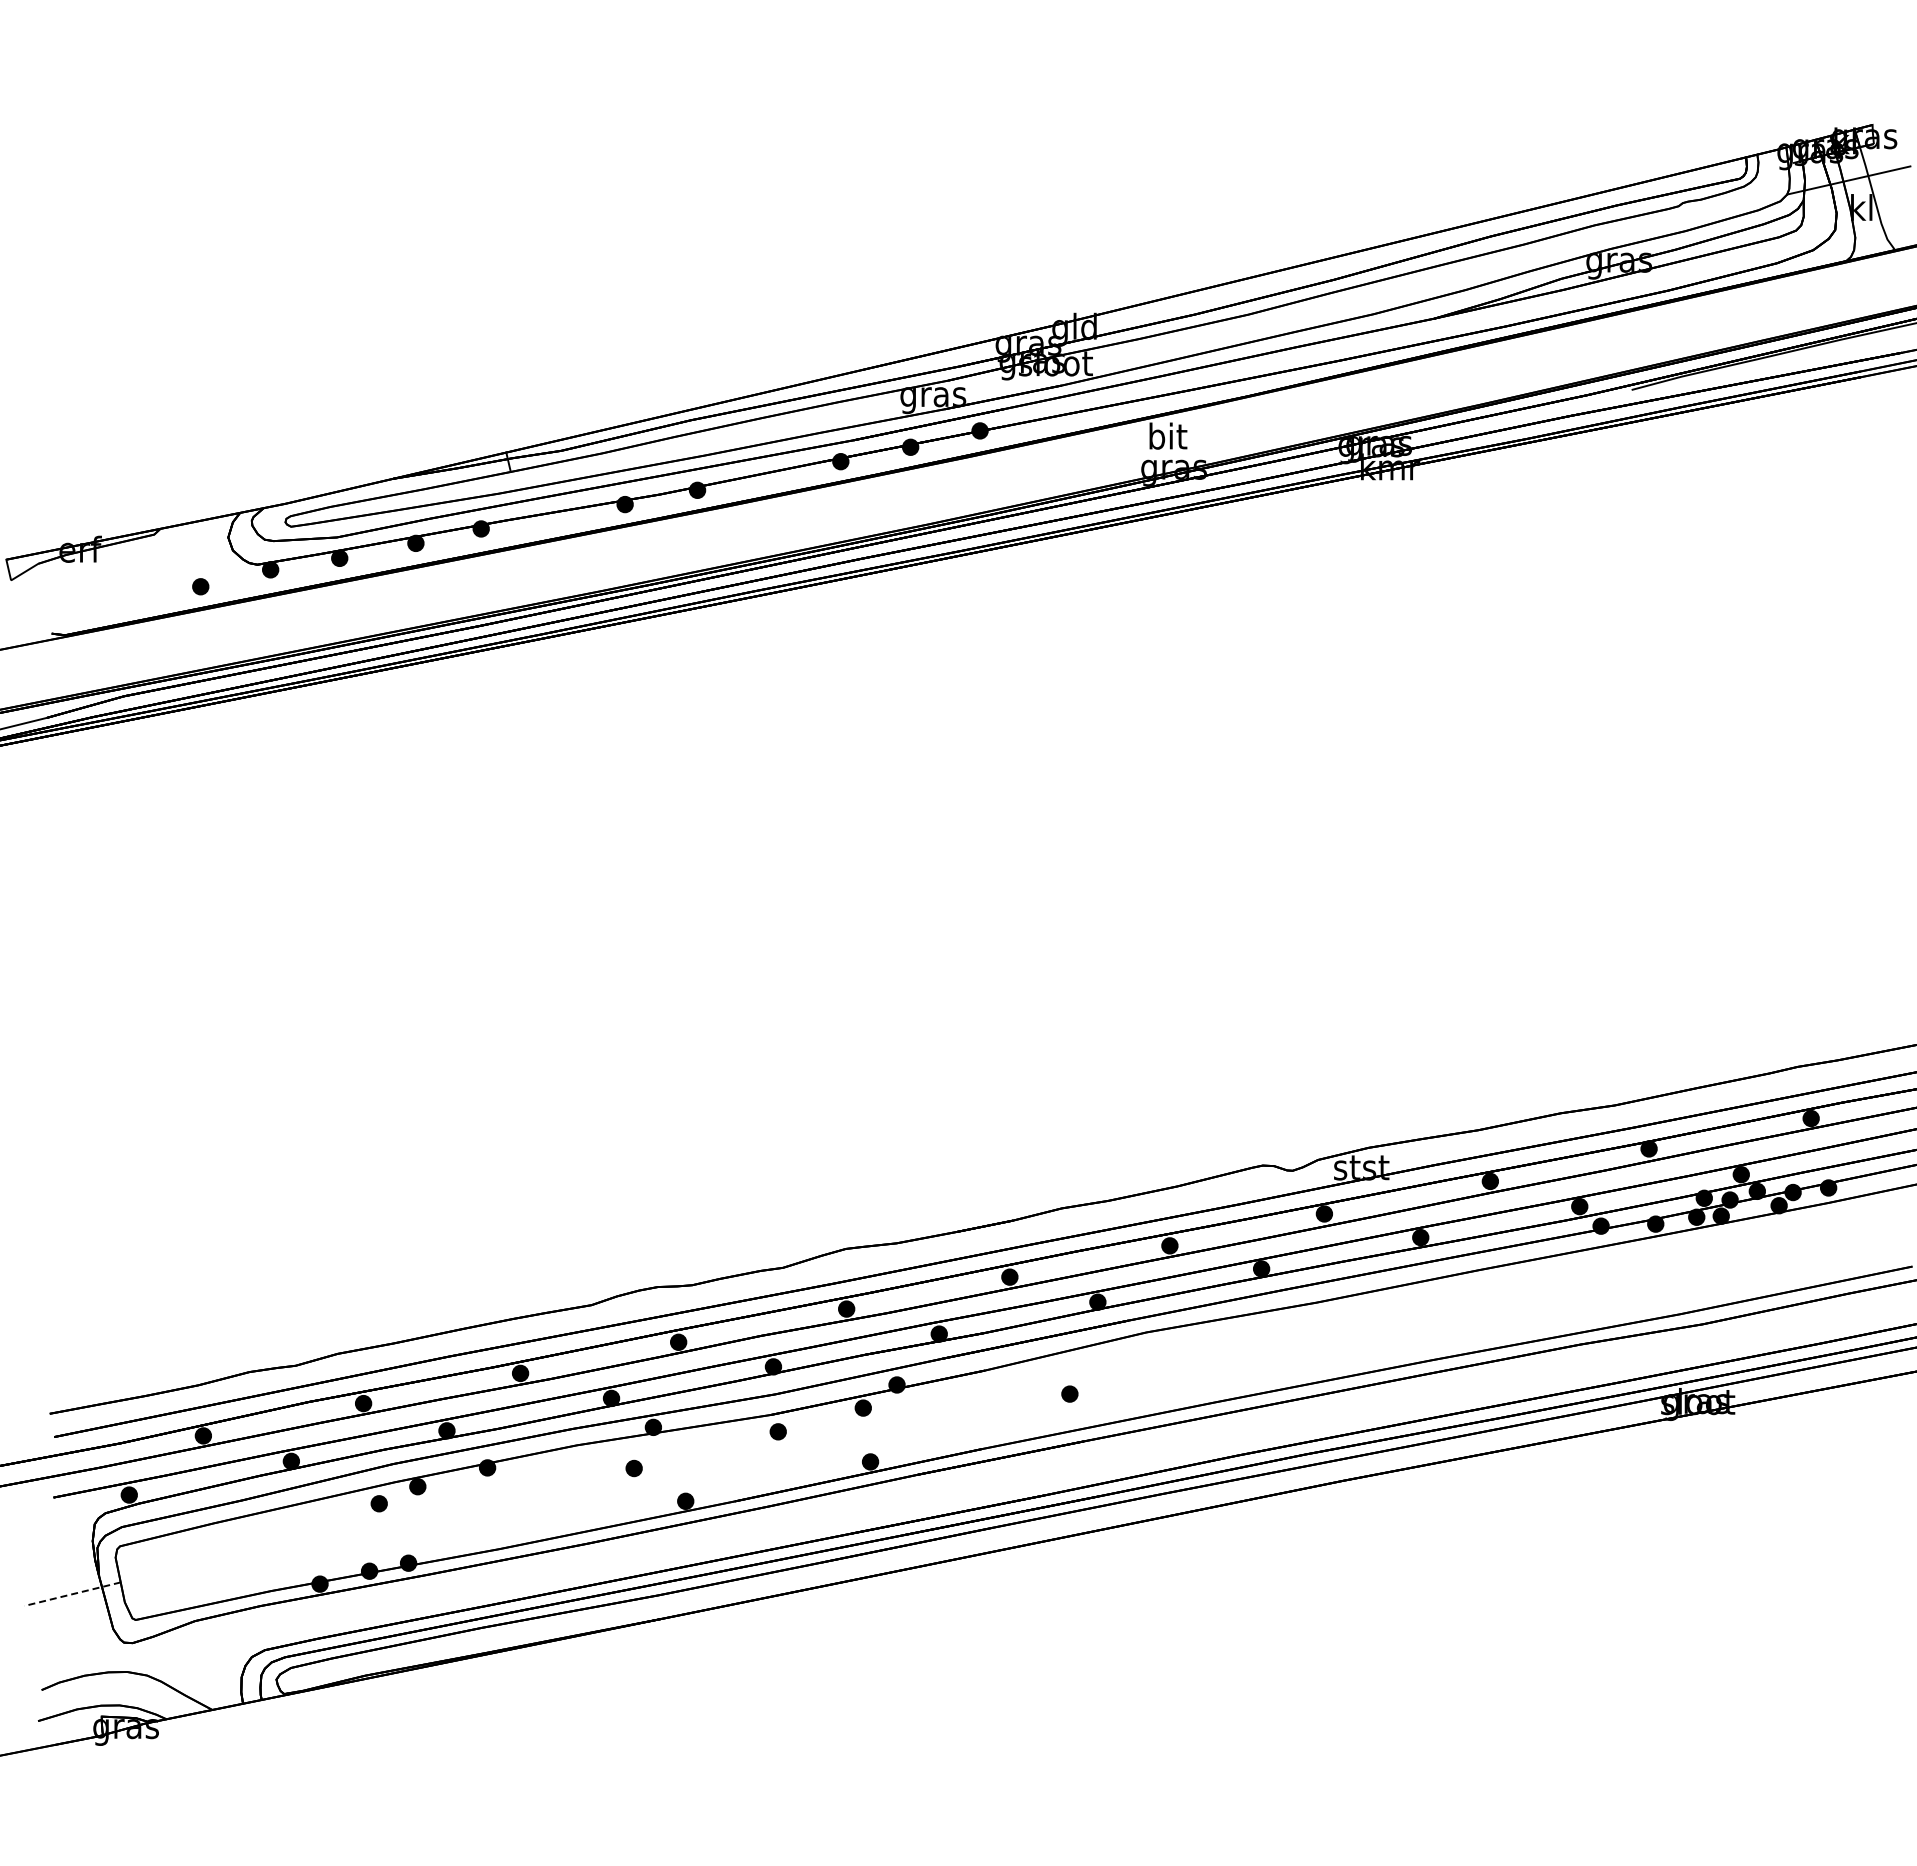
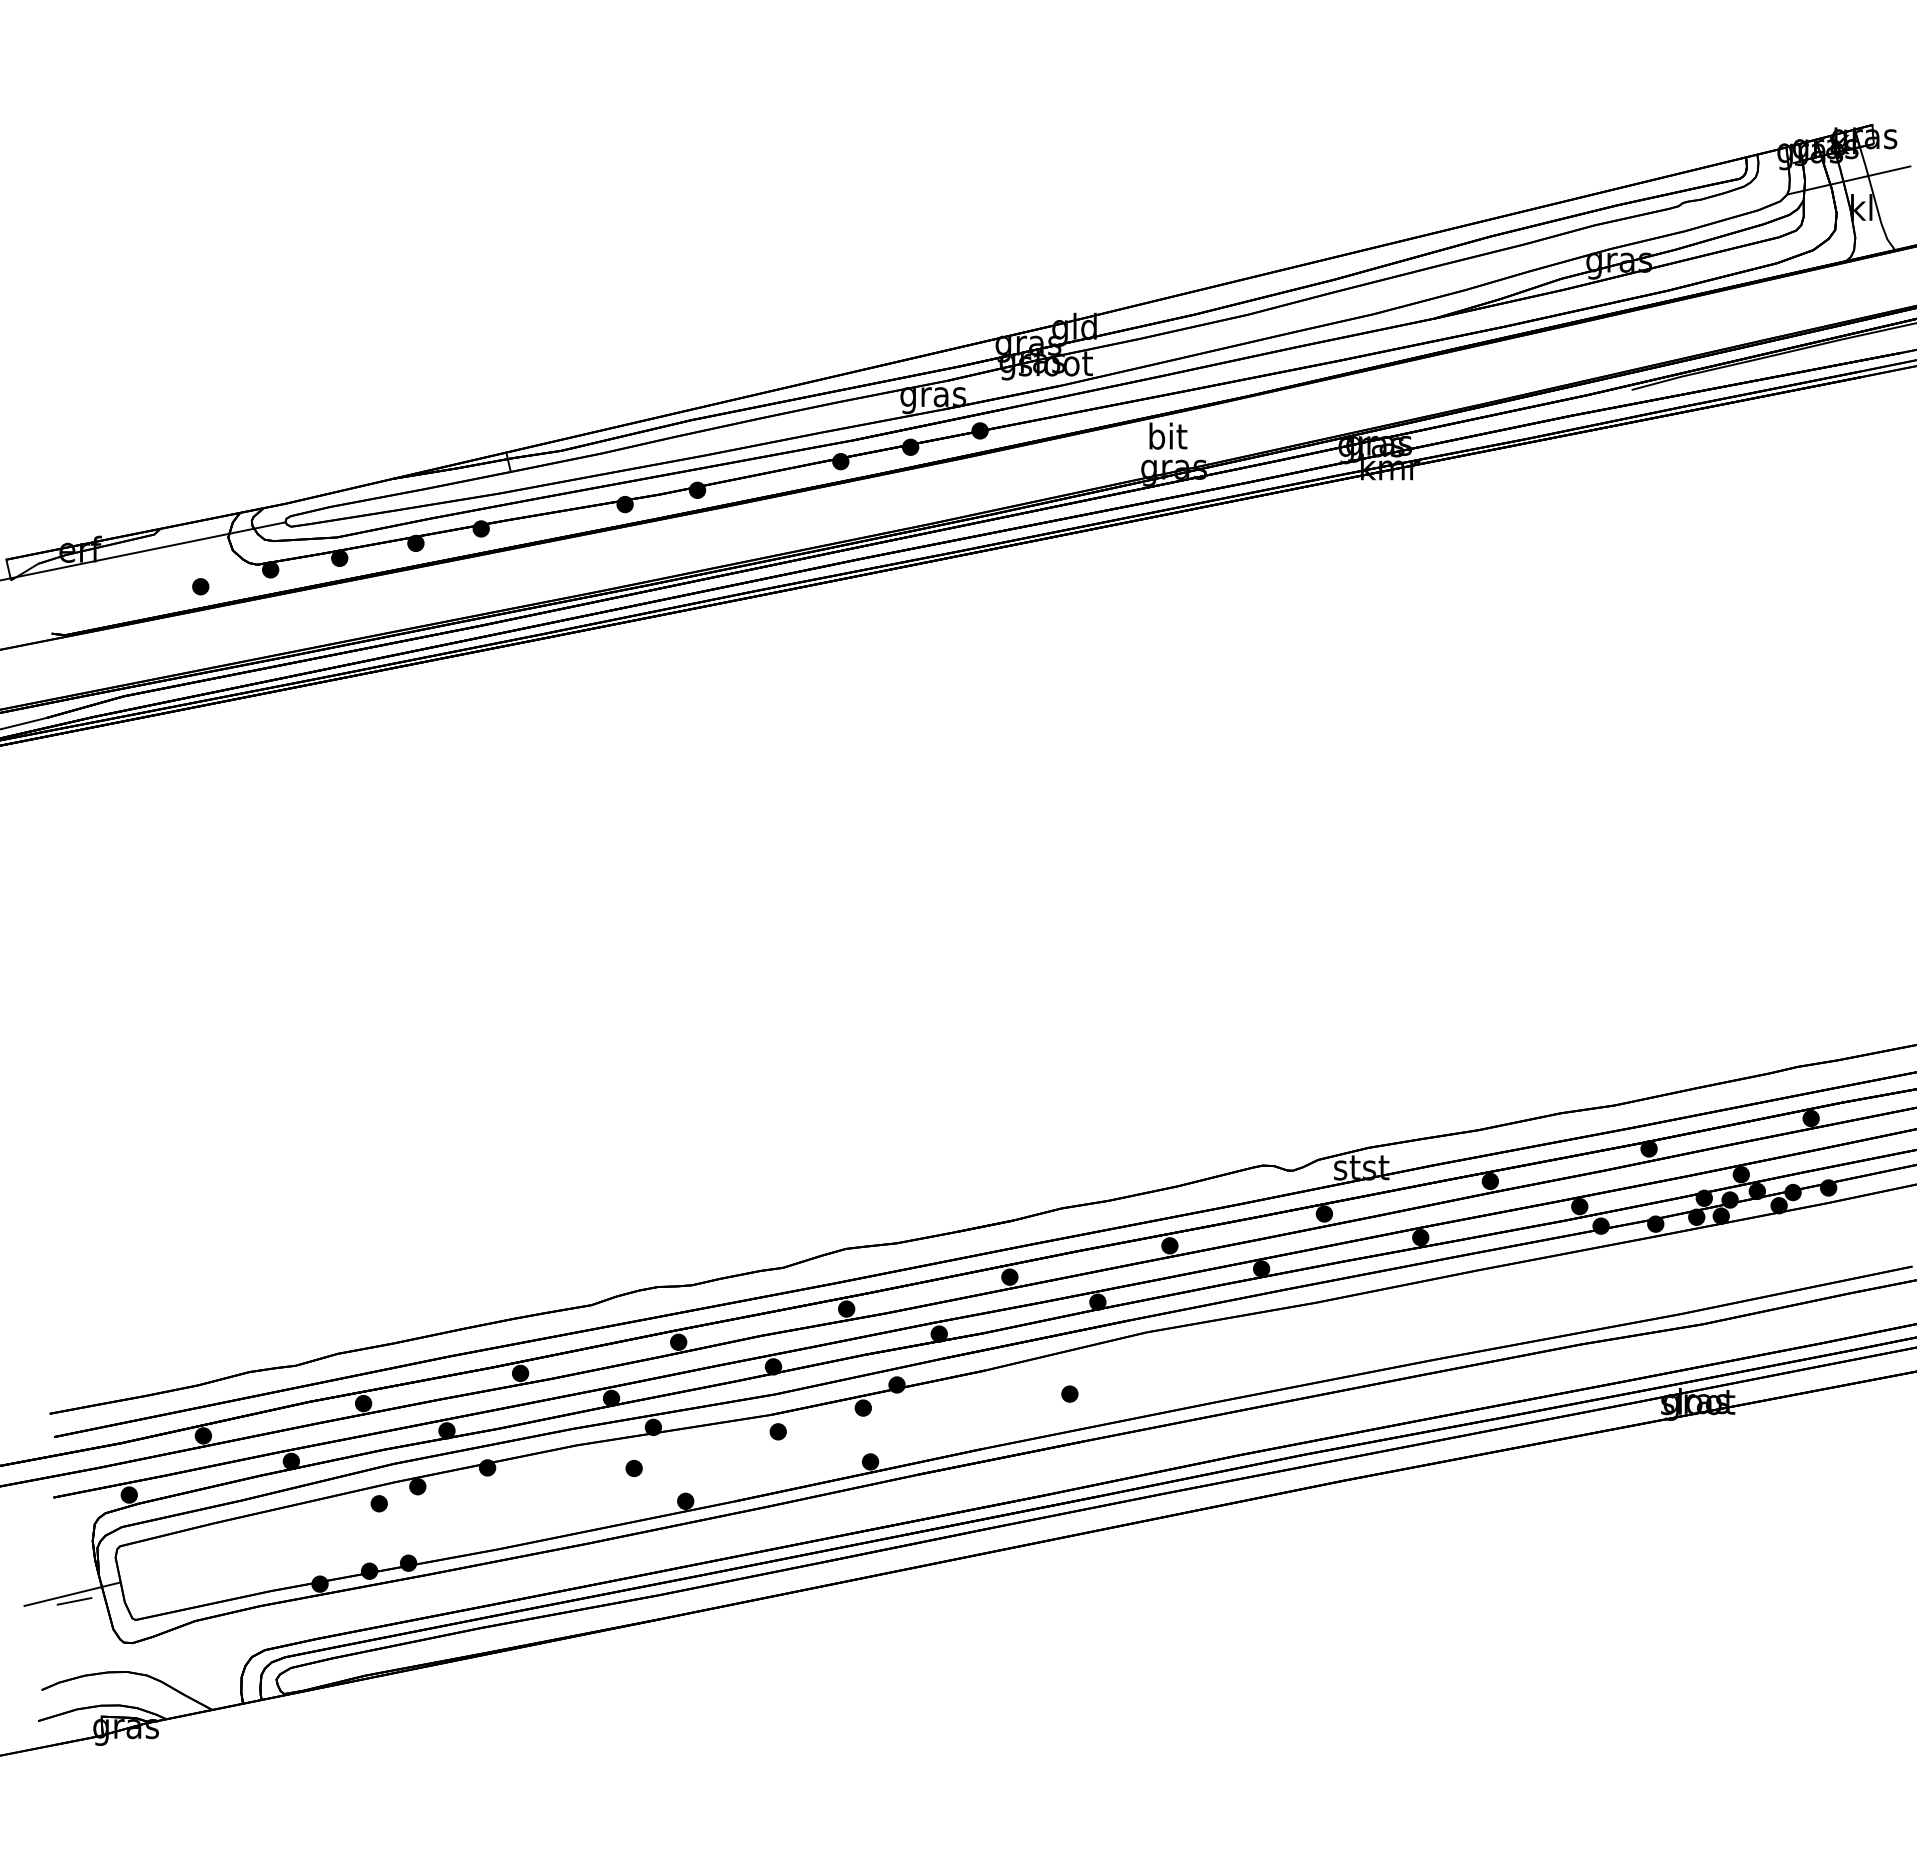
line at (143, 551): none -> present
line at (72, 1594): dashed -> solid
line at (74, 1601): none -> present
